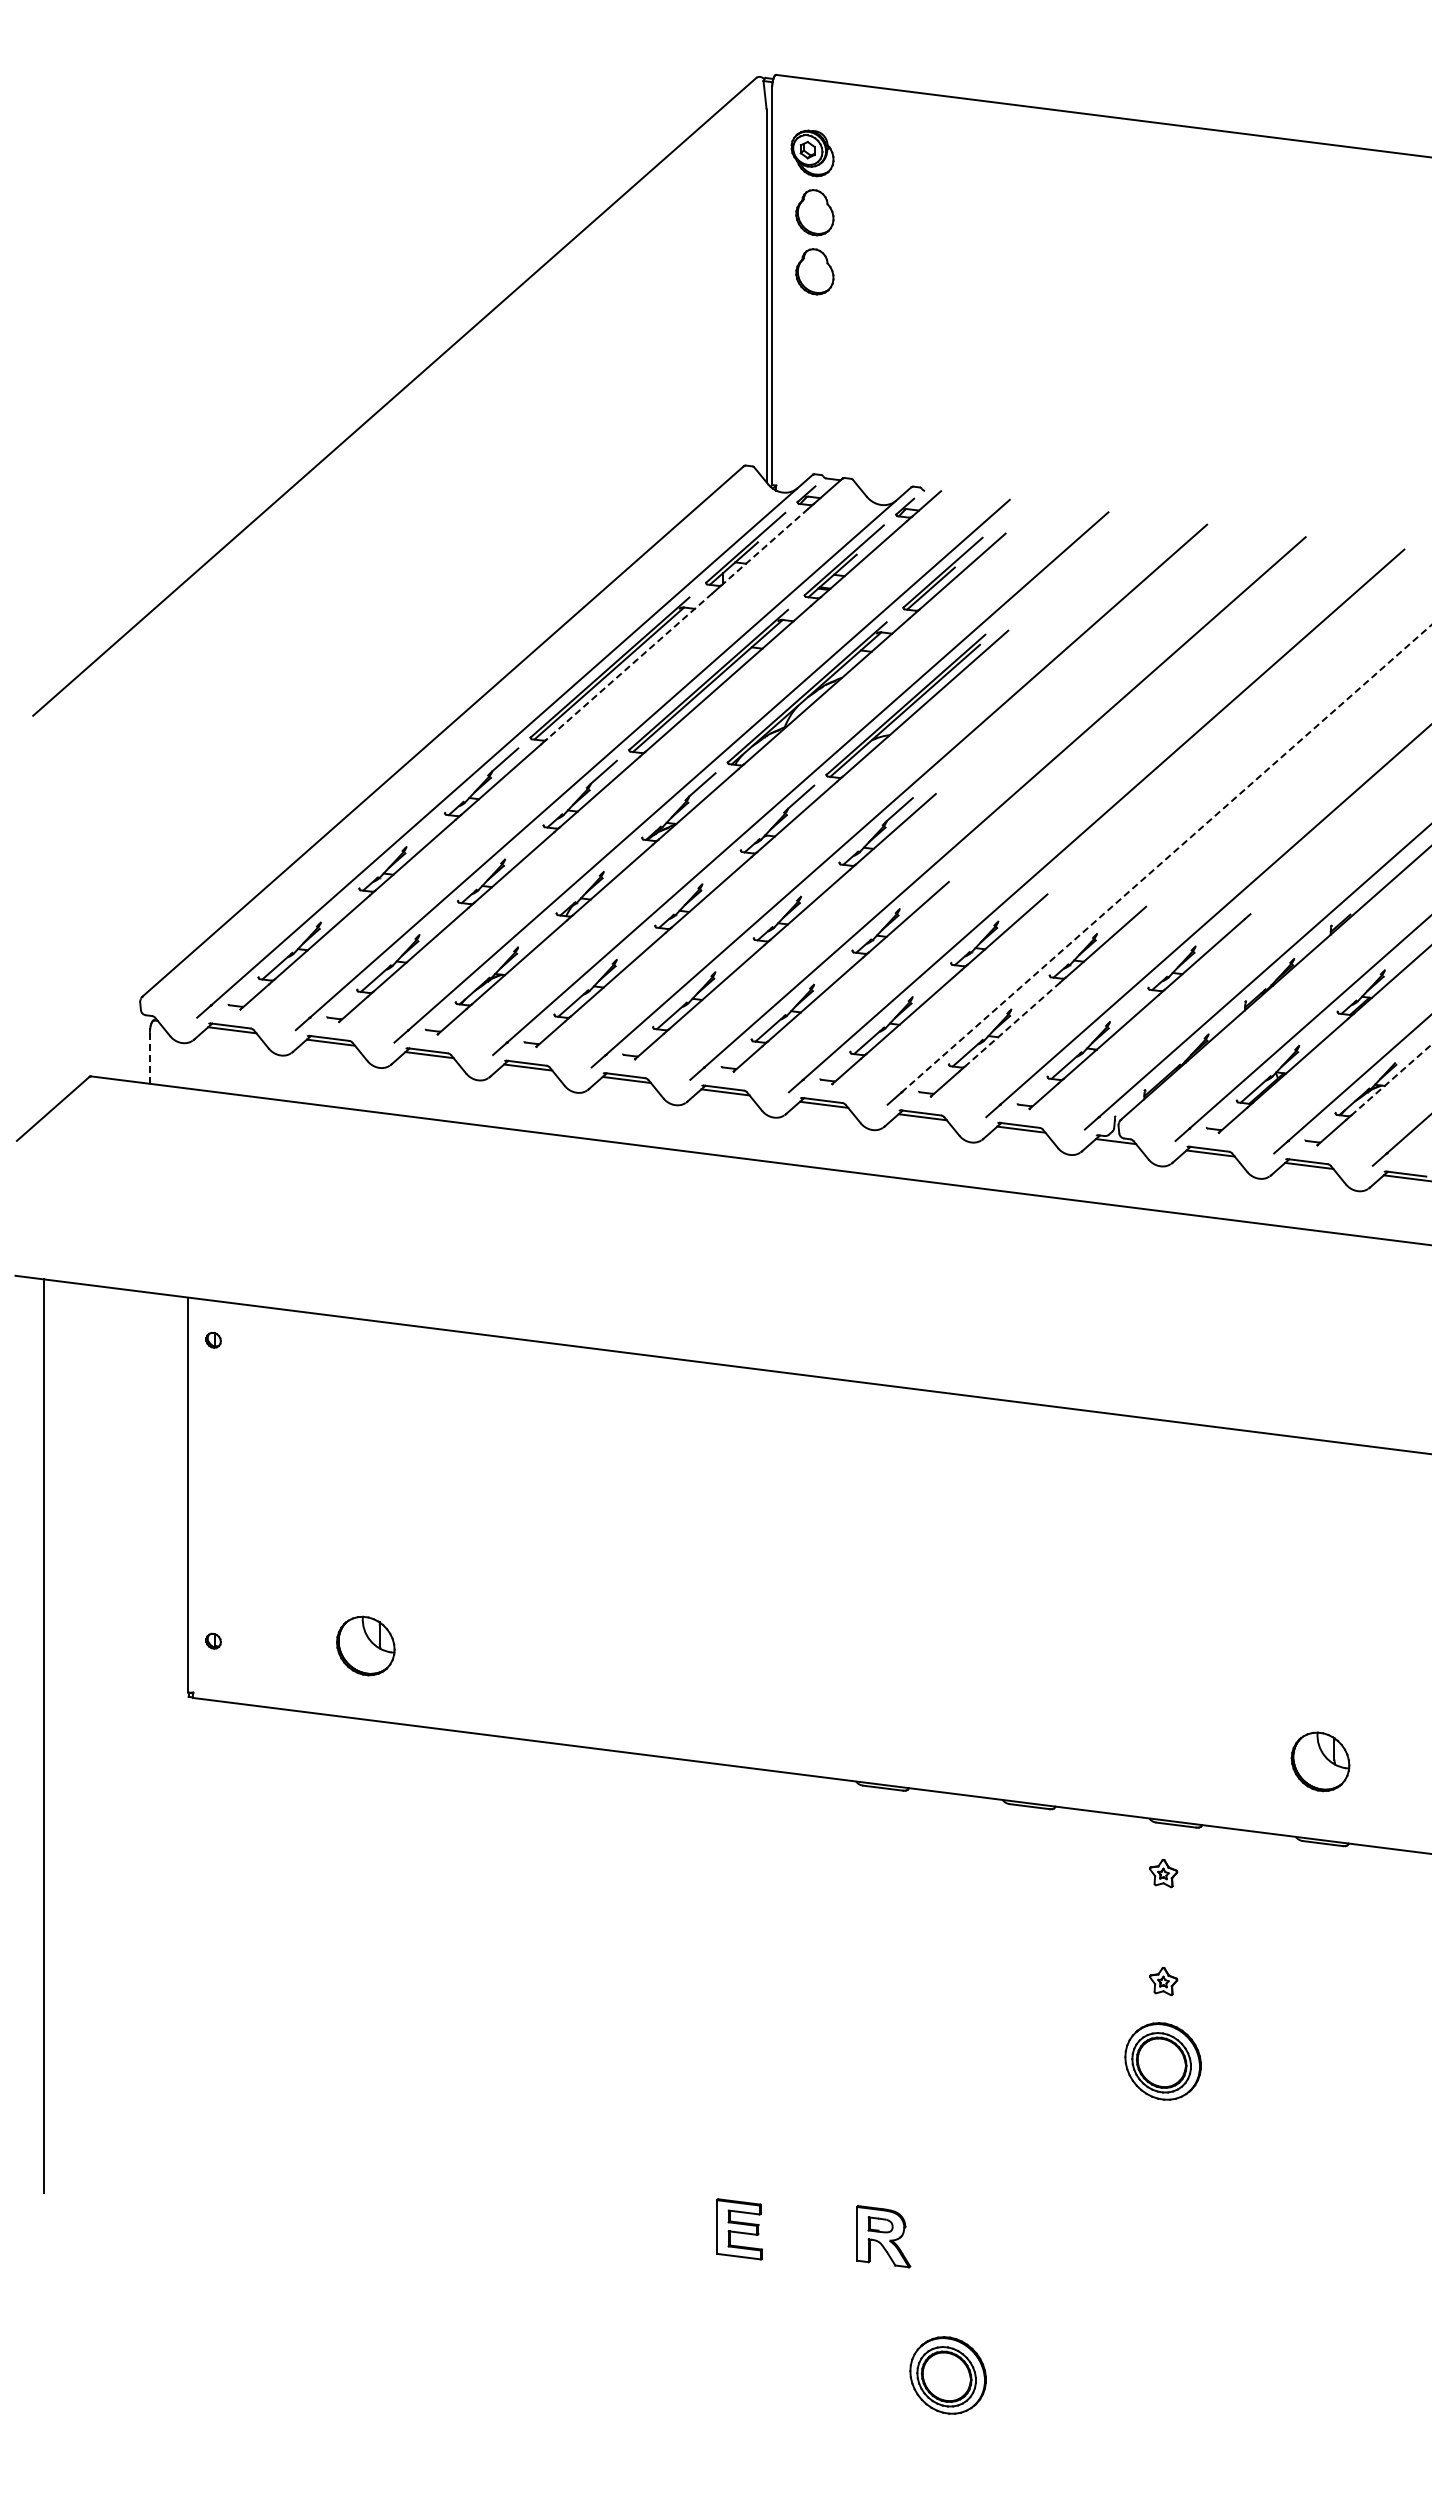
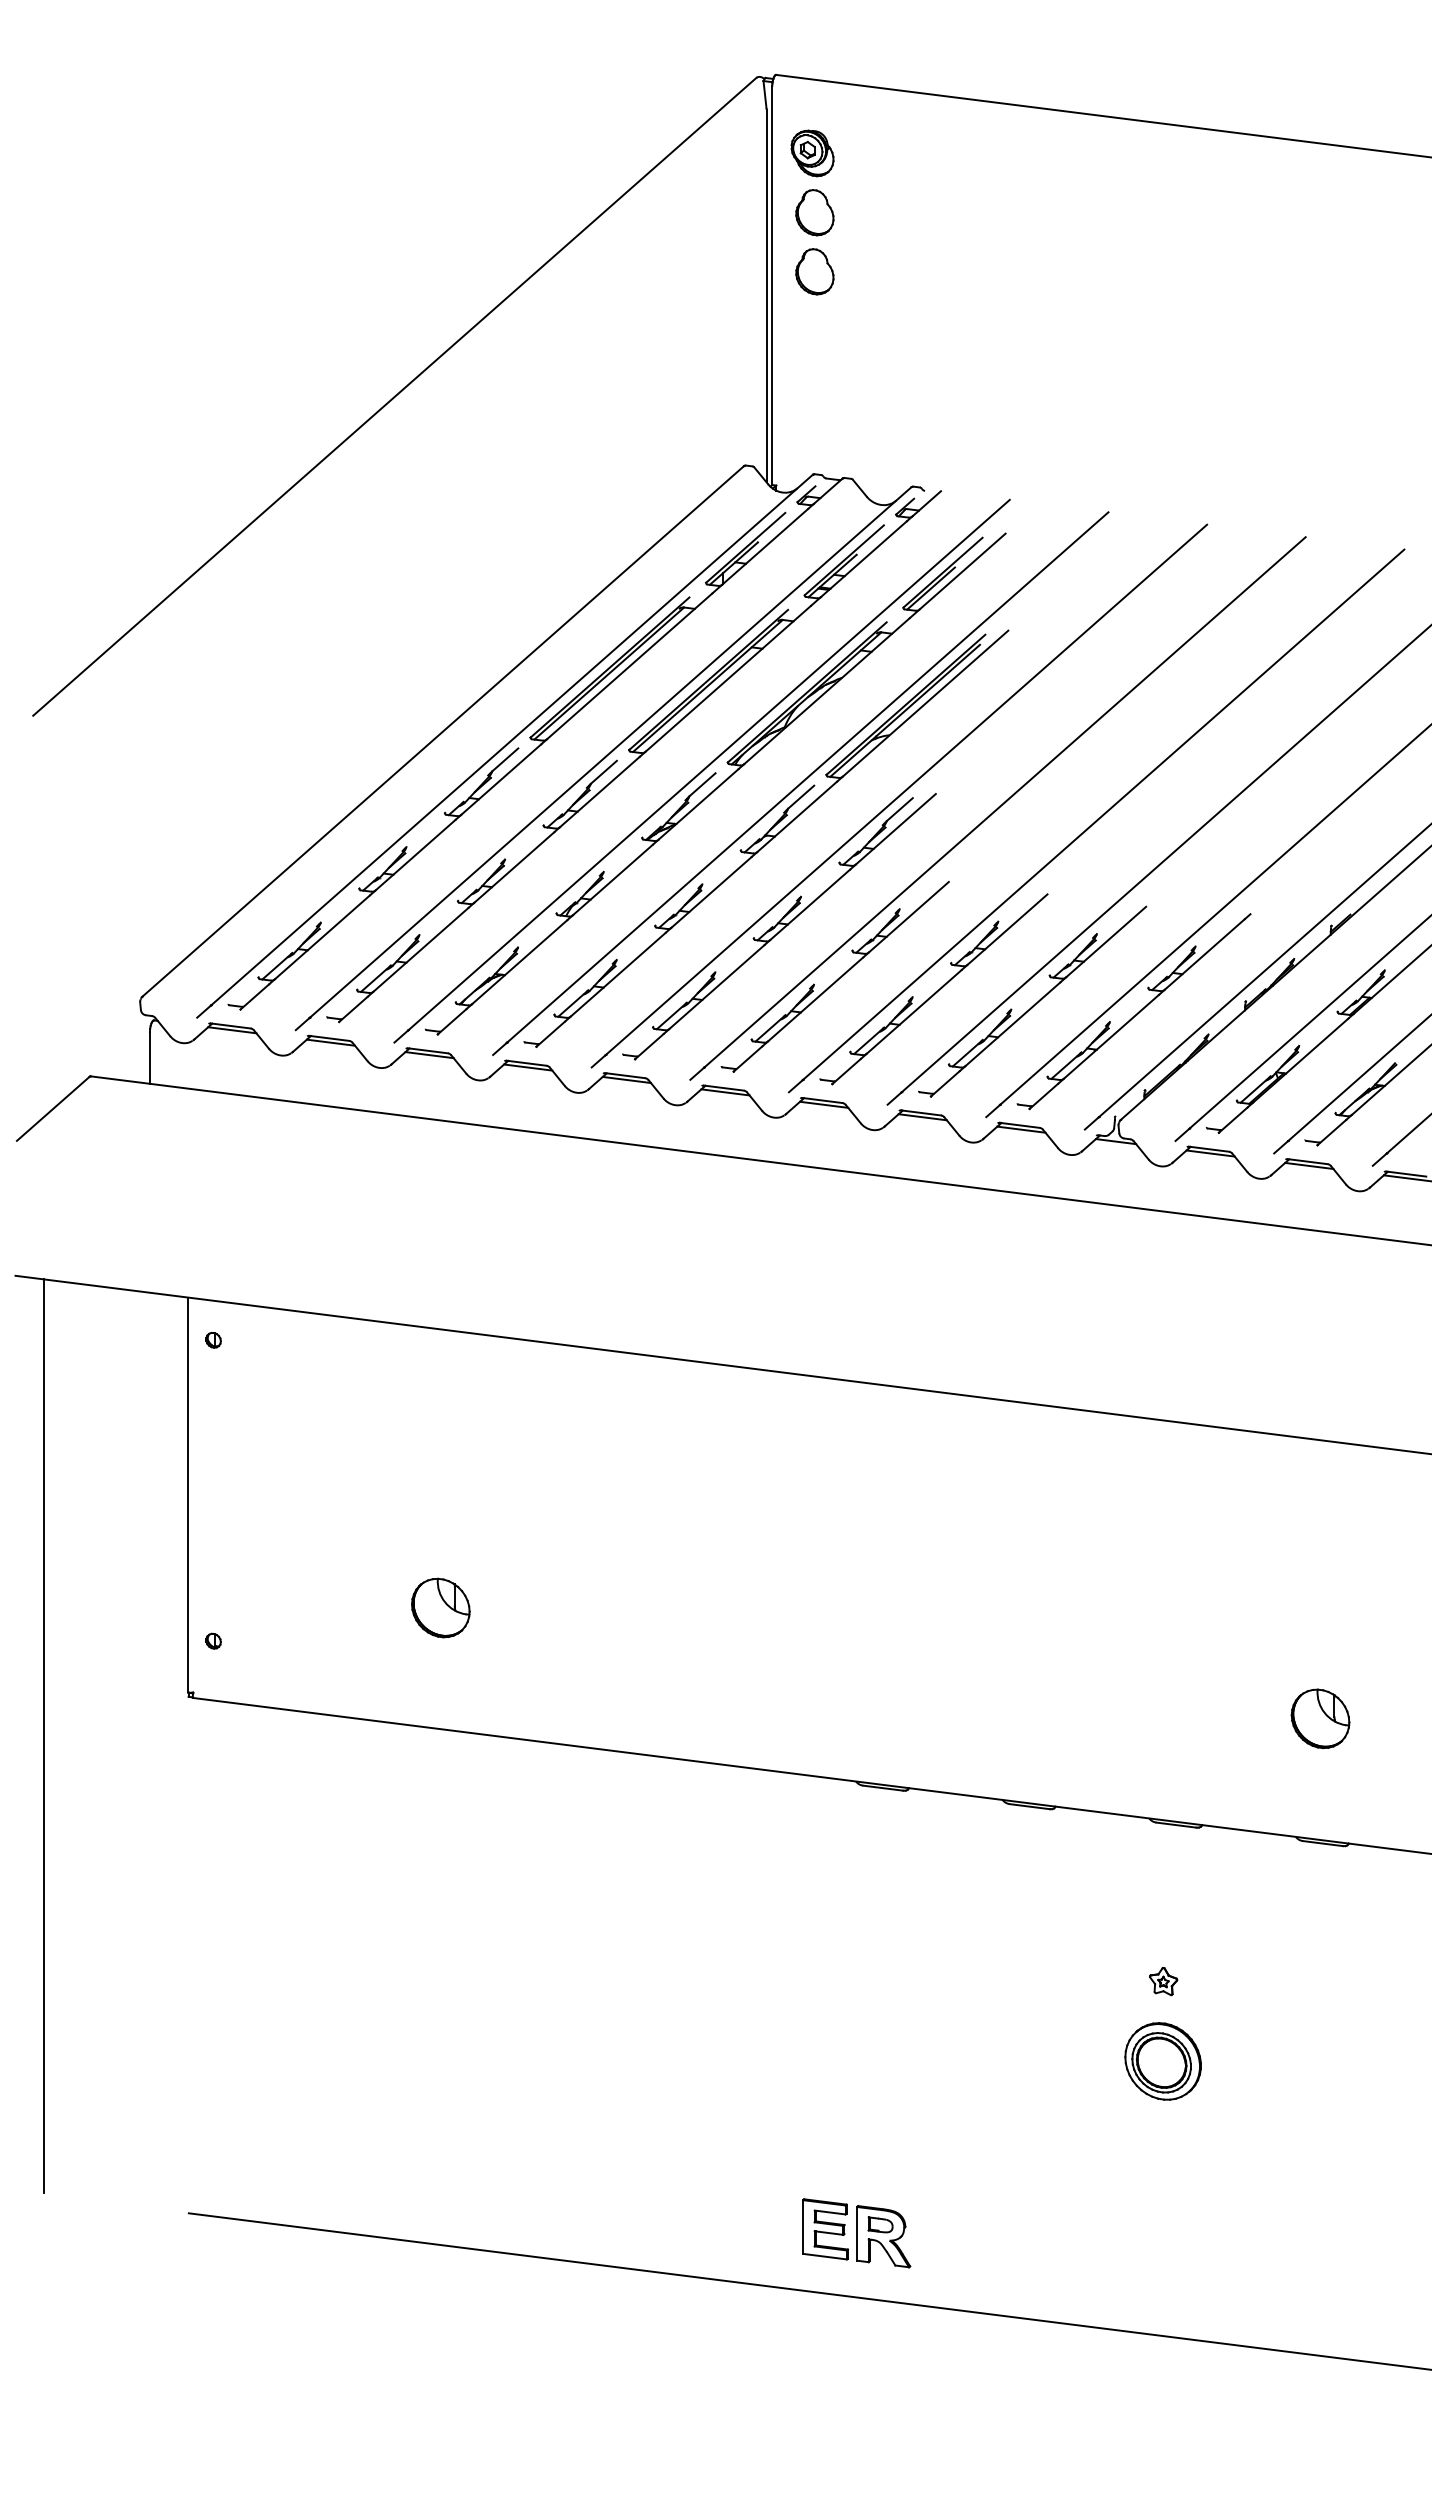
line at (765, 546): dashed -> solid
line at (629, 666): dashed -> solid
line at (1166, 858): dashed -> solid
line at (1012, 1024): dashed -> solid
line at (149, 1057): dashed -> solid
line at (1391, 1079): dashed -> solid
part at (365, 1645) position: (365, 1645) -> (440, 1607)
part at (1320, 1761) position: (1320, 1761) -> (1320, 1718)
part at (1163, 1873): present -> none
part at (739, 2229) position: (739, 2229) -> (825, 2229)
line at (808, 2291): none -> present
part at (947, 2375): present -> none
